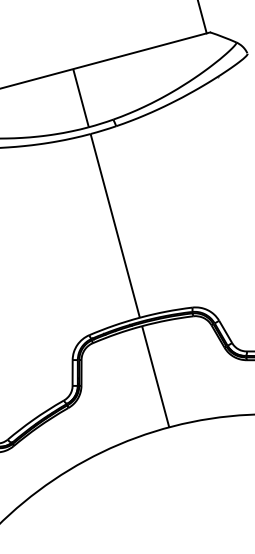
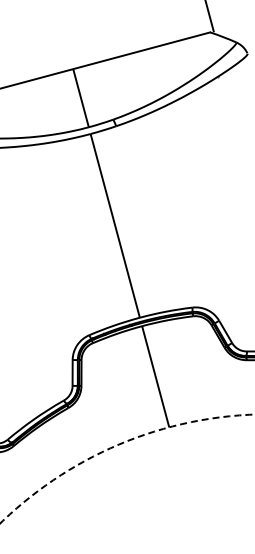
line at (202, 17) position: (202, 17) -> (209, 16)
circle at (127, 468): solid -> dashed
